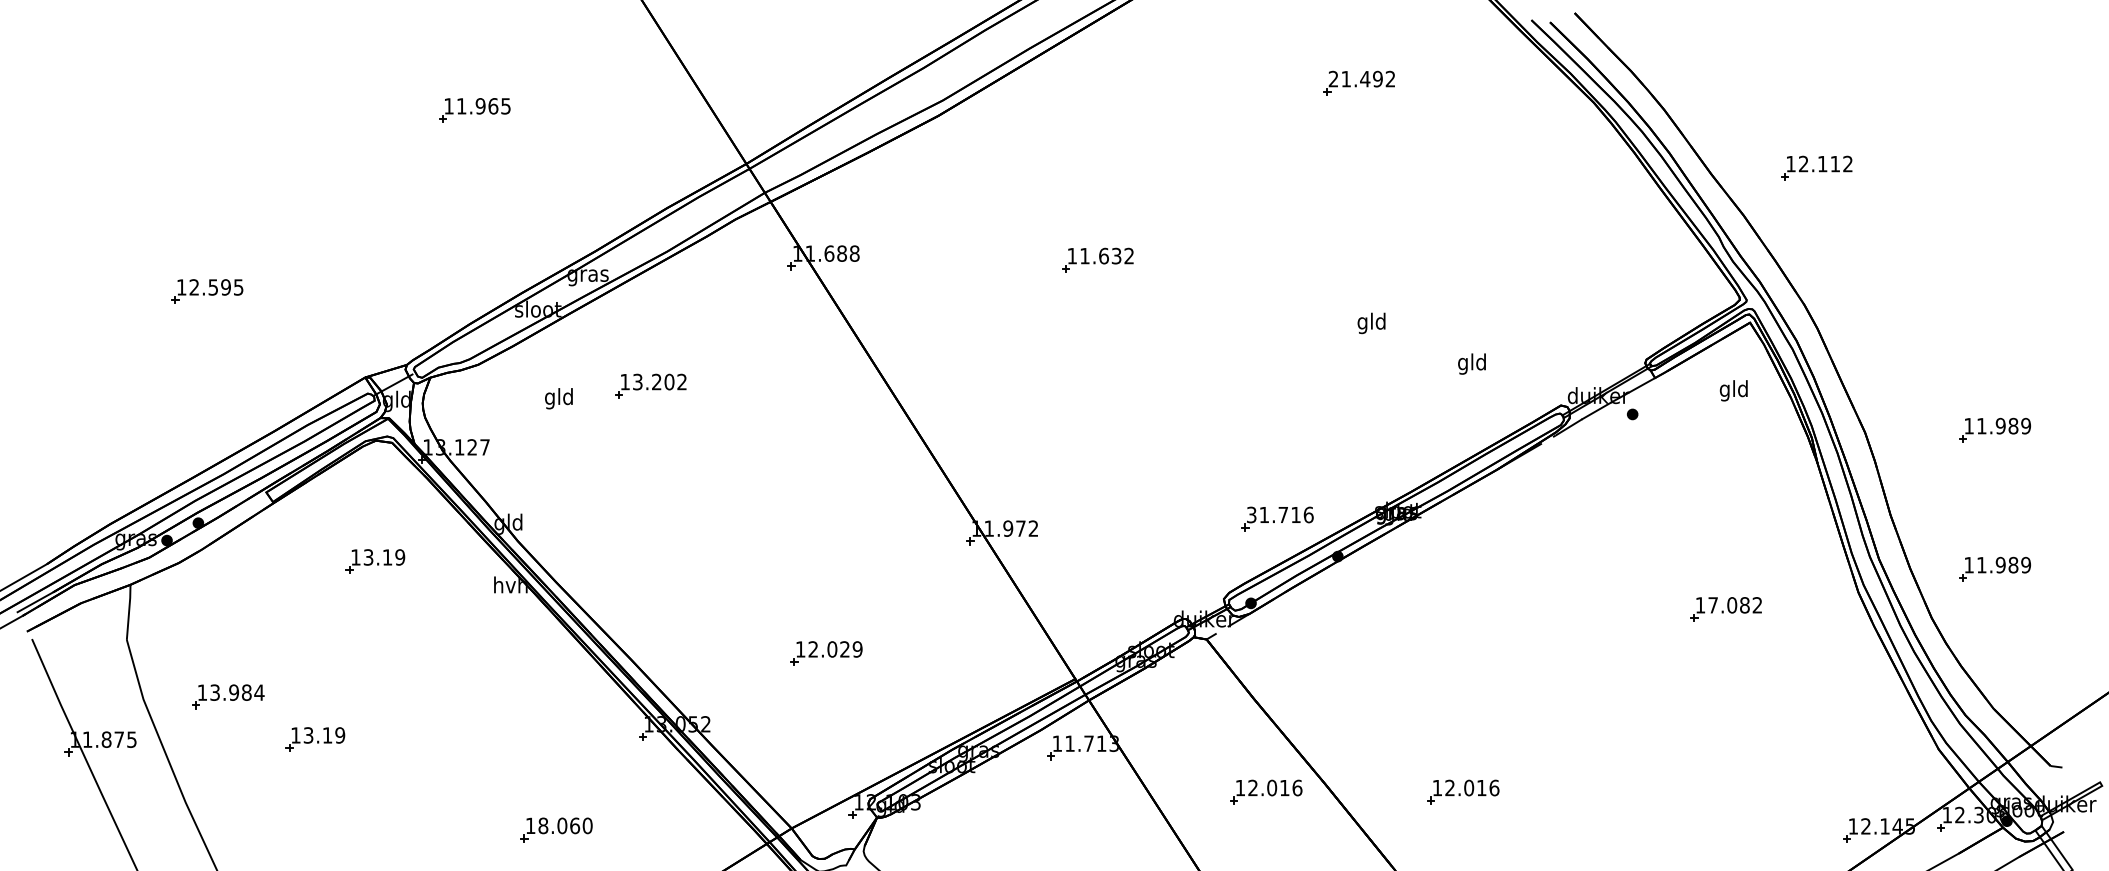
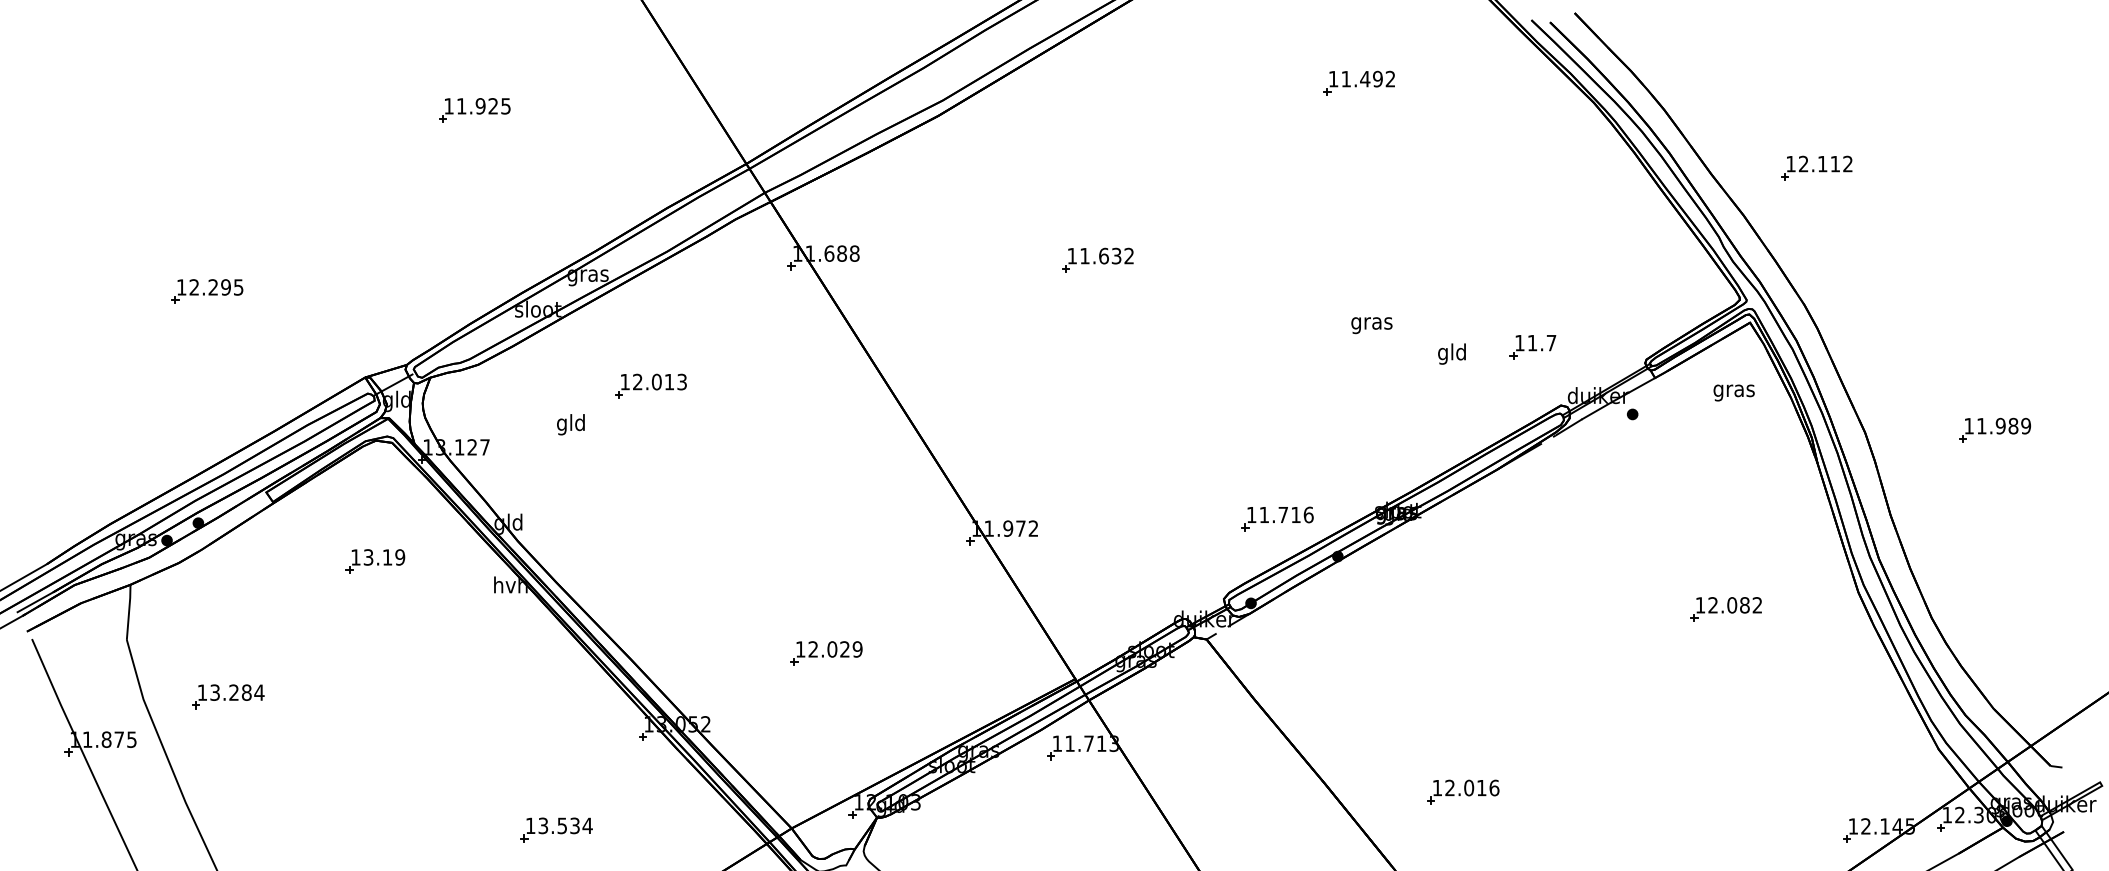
text at (1333, 78): 21.492 -> 11.492
text at (493, 106): 11.965 -> 11.925
text at (212, 287): 12.595 -> 12.295
text at (1371, 323): gld -> gras
part at (1532, 347): none -> present
text at (1471, 363) position: (1471, 363) -> (1451, 353)
text at (659, 381): 13.202 -> 12.013
text at (1733, 390): gld -> gras
text at (558, 398) position: (558, 398) -> (570, 424)
text at (1251, 514): 31.716 -> 11.716
part at (1994, 568): present -> none
text at (1712, 605): 17.082 -> 12.082
text at (234, 692): 13.984 -> 13.284
part at (315, 739): present -> none
part at (1266, 791): present -> none
text at (565, 825): 18.060 -> 13.534
